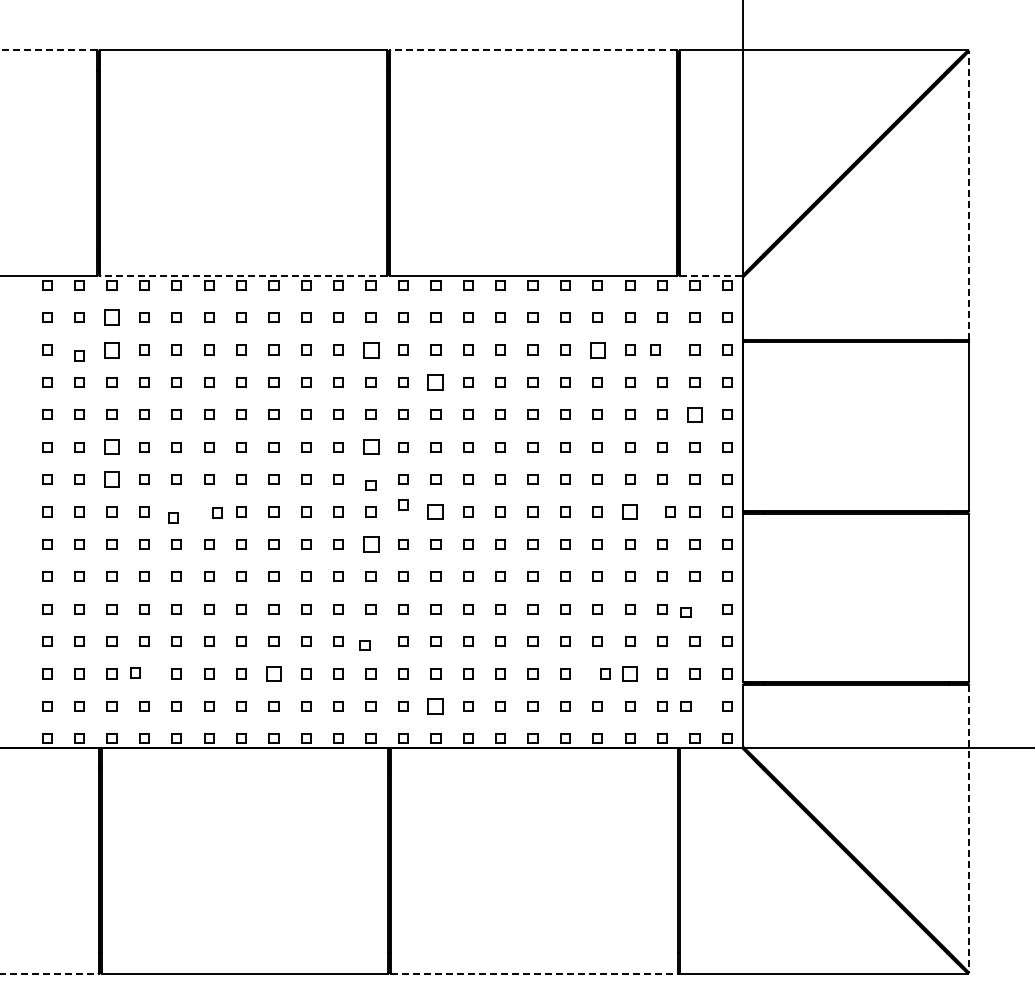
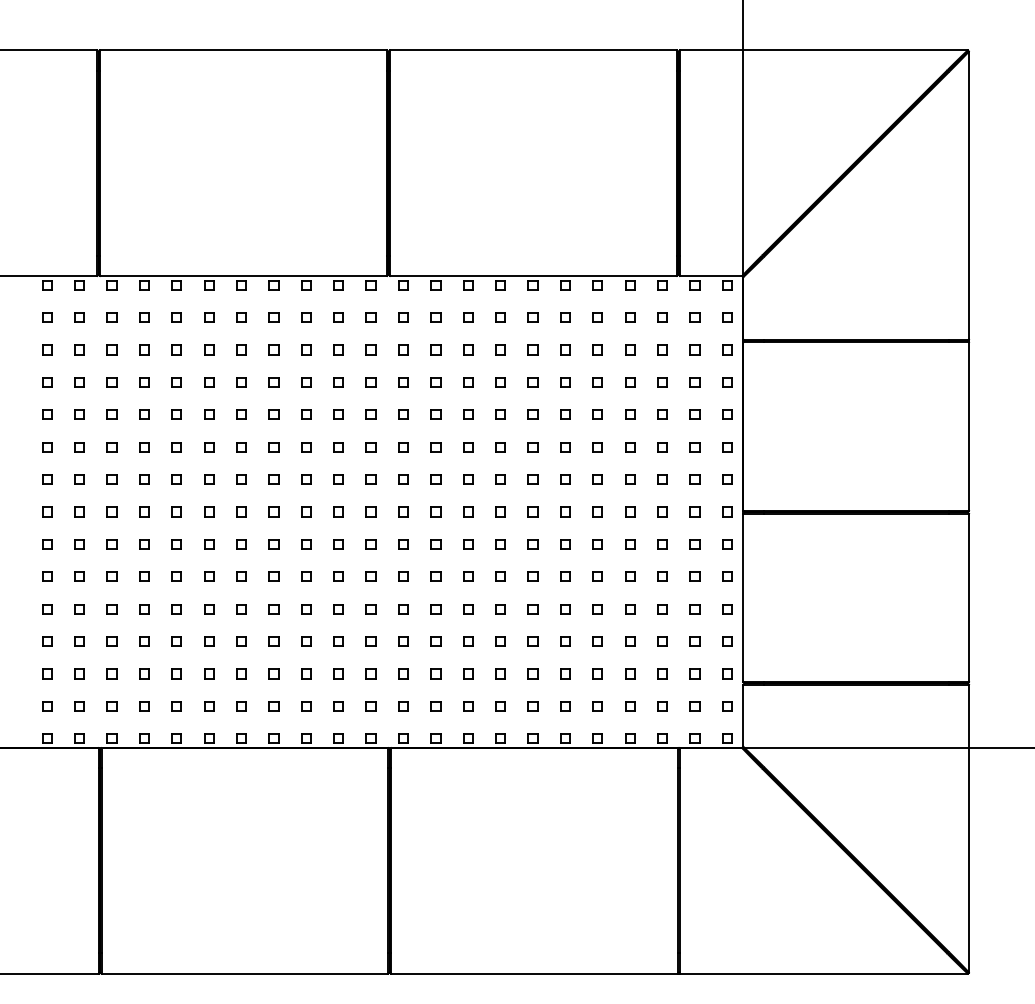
line at (48, 50): dashed -> solid
line at (533, 50): dashed -> solid
line at (968, 195): dashed -> solid
line at (243, 275): dashed -> solid
line at (711, 275): dashed -> solid
part at (111, 317) size: 16x17 px -> 12x11 px
part at (655, 349) position: (655, 349) -> (662, 349)
part at (111, 350) size: 16x17 px -> 12x12 px
part at (371, 350) size: 17x17 px -> 12x12 px
part at (597, 350) size: 16x17 px -> 11x12 px
part at (79, 355) position: (79, 355) -> (79, 349)
part at (435, 382) size: 17x17 px -> 12x11 px
part at (694, 414) size: 16x16 px -> 12x11 px
part at (111, 446) size: 16x16 px -> 12x11 px
part at (371, 446) size: 17x16 px -> 12x11 px
part at (111, 479) size: 16x17 px -> 12x11 px
part at (370, 485) position: (370, 485) -> (370, 479)
part at (403, 504) position: (403, 504) -> (403, 511)
part at (435, 511) size: 17x16 px -> 12x12 px
part at (629, 511) size: 16x16 px -> 11x12 px
part at (670, 511) position: (670, 511) -> (662, 511)
part at (217, 512) position: (217, 512) -> (209, 511)
part at (173, 517) position: (173, 517) -> (176, 511)
part at (371, 544) size: 17x17 px -> 12x11 px
part at (685, 612) position: (685, 612) -> (694, 609)
part at (364, 645) position: (364, 645) -> (370, 641)
part at (135, 672) position: (135, 672) -> (144, 673)
part at (273, 673) size: 16x16 px -> 12x12 px
part at (605, 673) position: (605, 673) -> (597, 673)
part at (629, 673) size: 16x16 px -> 11x12 px
part at (435, 706) size: 17x17 px -> 12x11 px
part at (685, 706) position: (685, 706) -> (694, 706)
line at (968, 829): dashed -> solid
line at (49, 973): dashed -> solid
line at (535, 973): dashed -> solid
